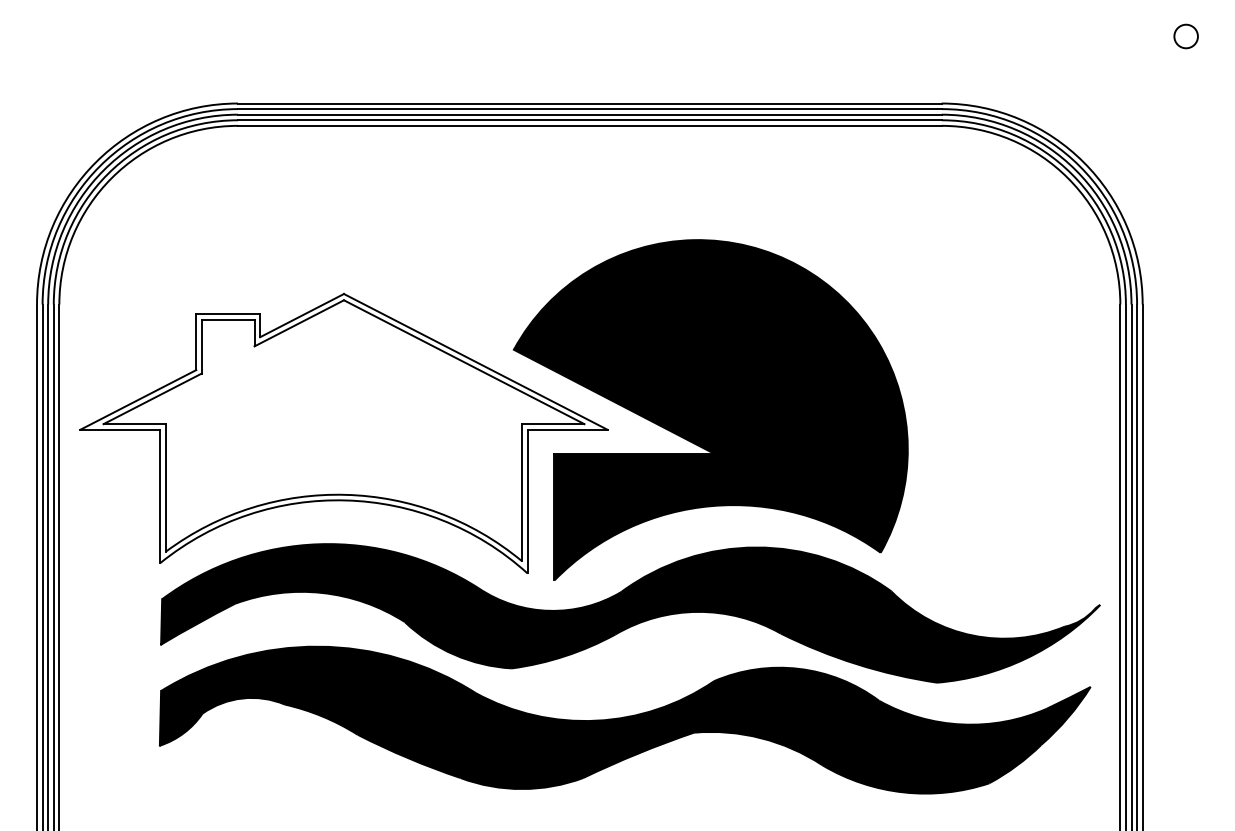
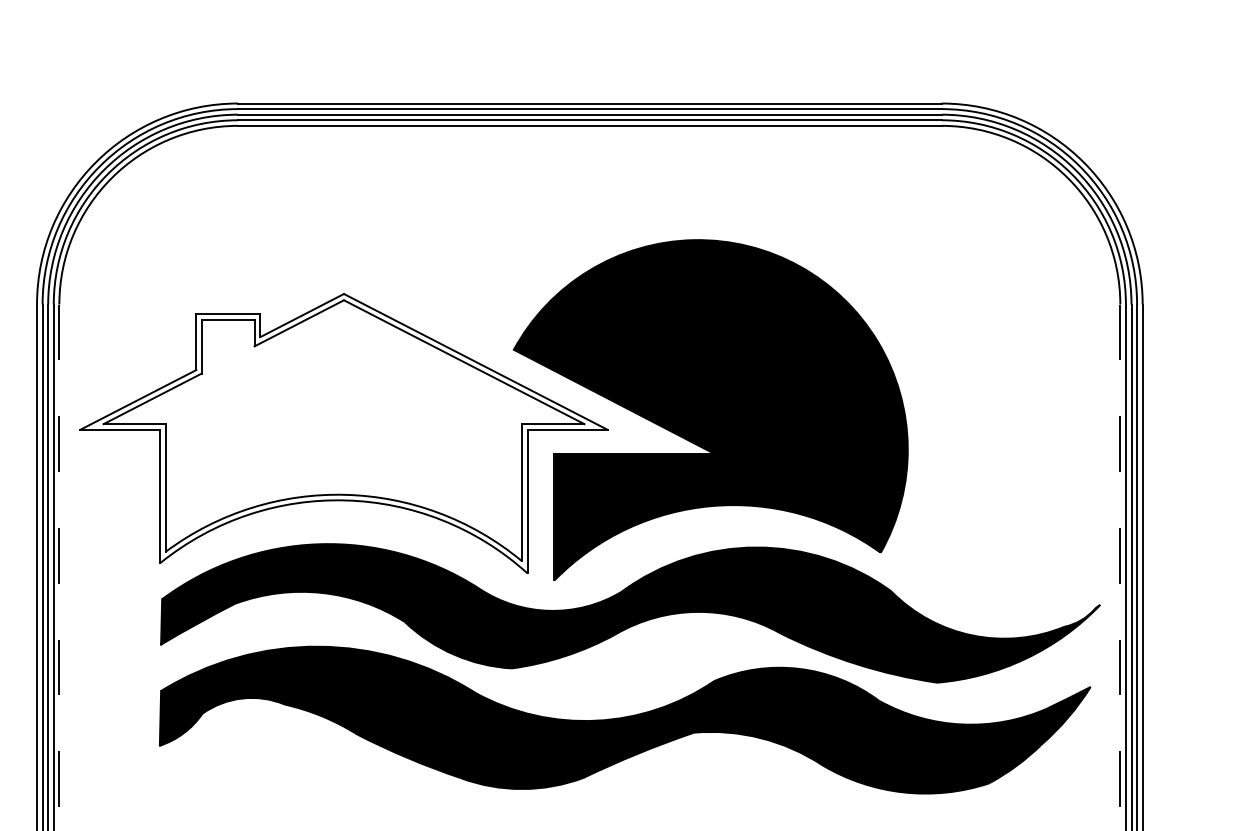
circle at (1185, 36): present -> none
line at (59, 567): solid -> dashed
line at (1120, 567): solid -> dashed
